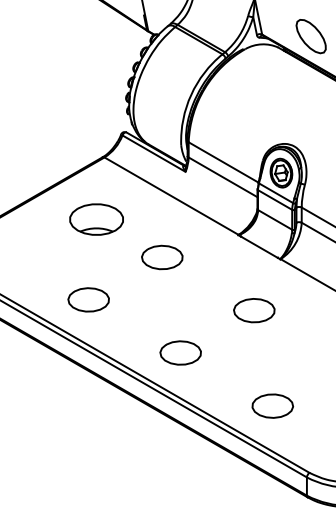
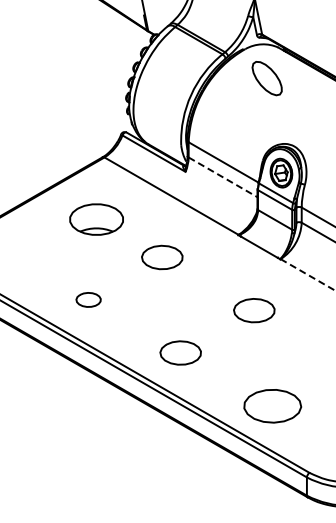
part at (310, 36) position: (310, 36) -> (266, 78)
line at (223, 177): solid -> dashed
line at (308, 275): solid -> dashed
part at (88, 299) size: 43x26 px -> 27x16 px
part at (272, 405) size: 44x26 px -> 60x35 px
